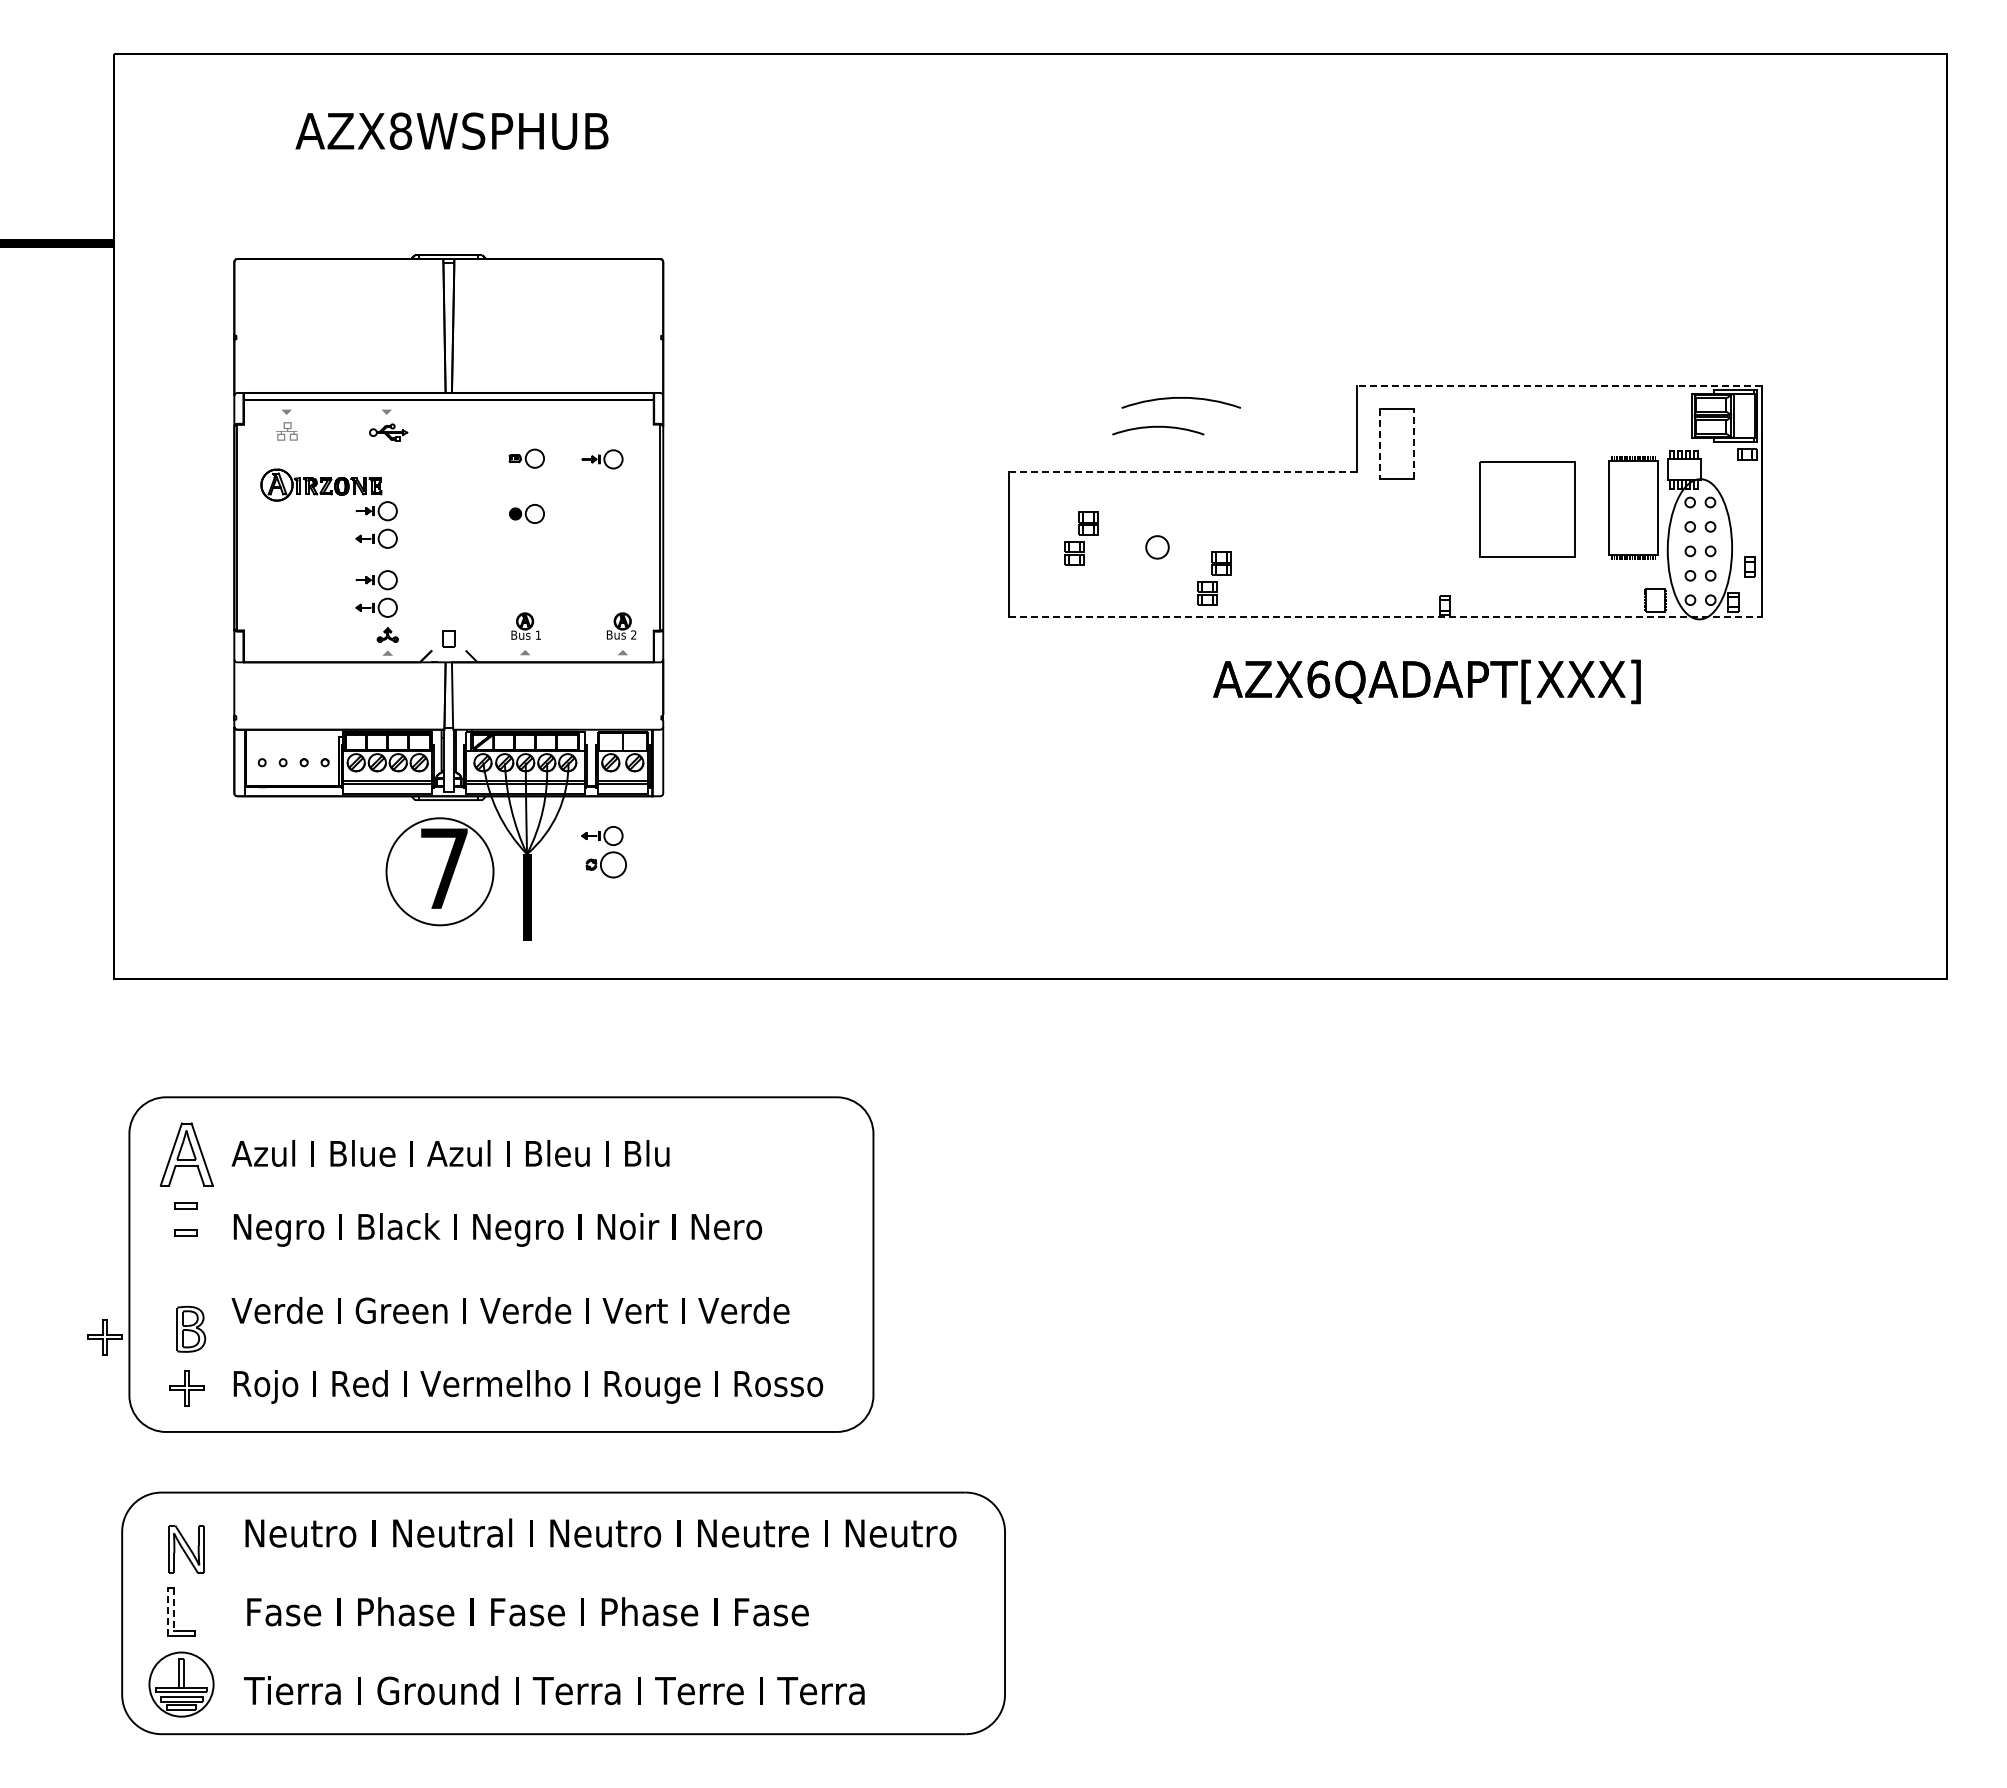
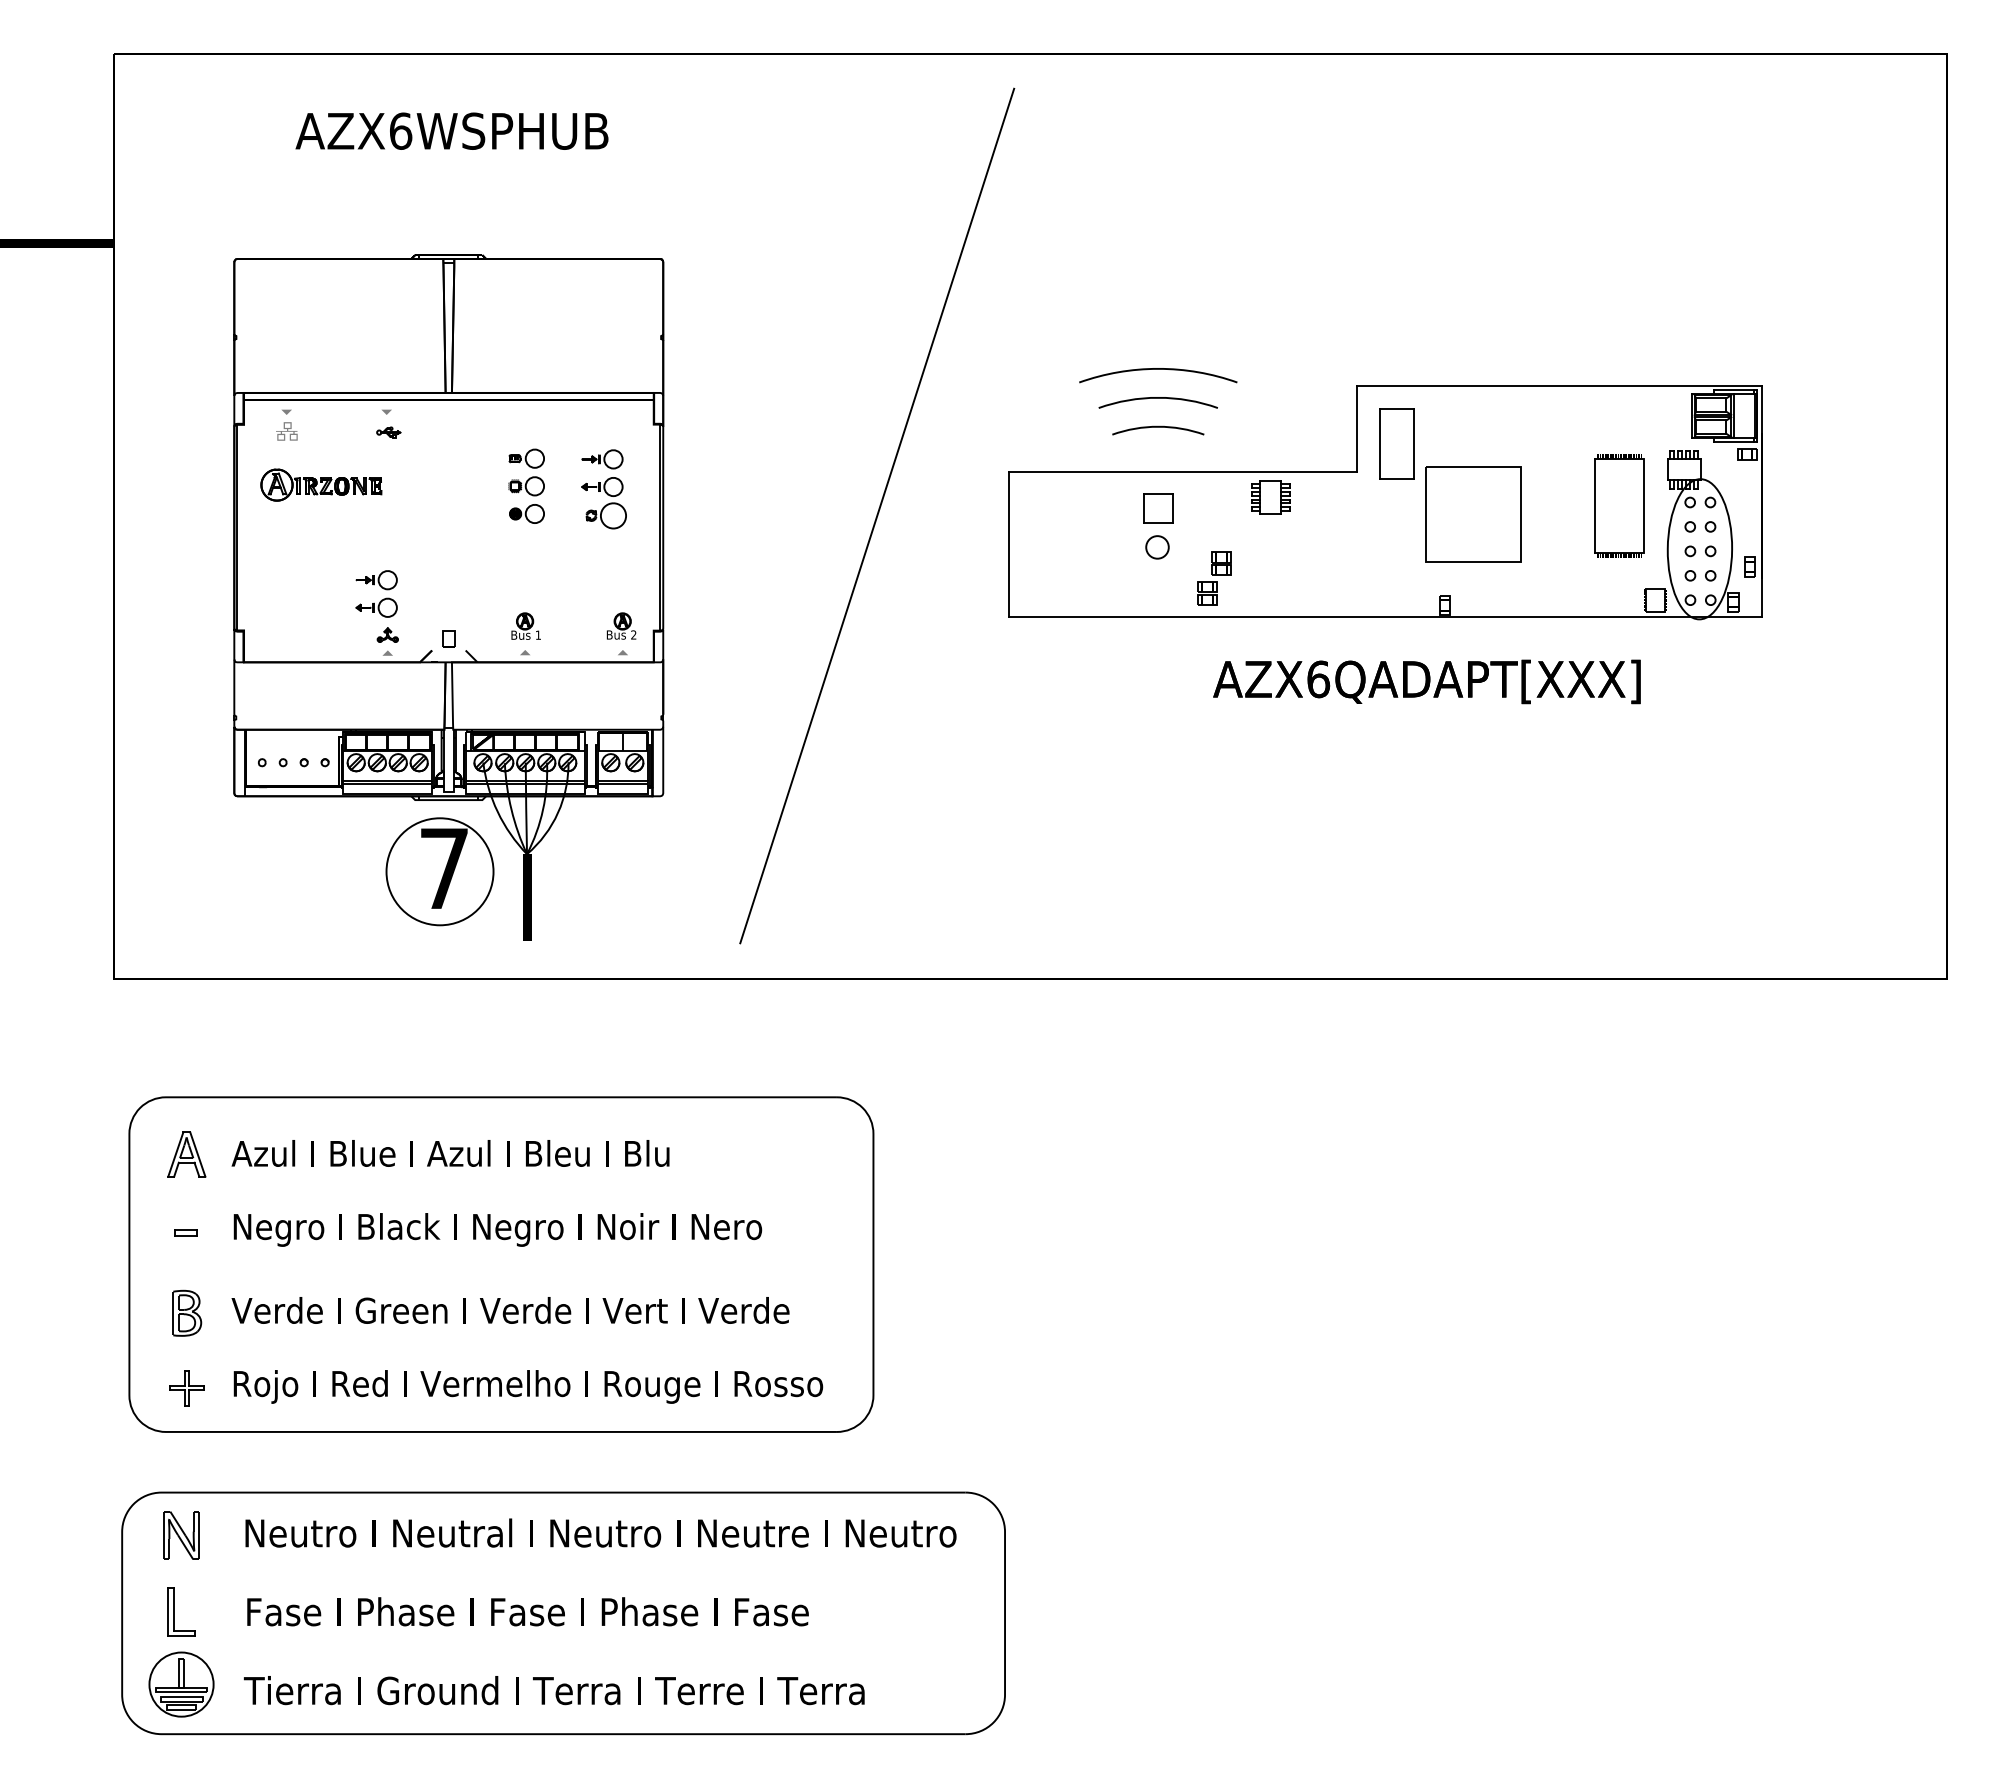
text at (400, 130): AZX8WSPHUB -> AZX6WSPHUB
arc at (1158, 369): none -> present
line at (1559, 385): dashed -> solid
arc at (1180, 398) position: (1180, 398) -> (1157, 398)
part at (388, 432) size: 40x19 px -> 26x13 px
line at (1379, 444): dashed -> solid
line at (1414, 444): dashed -> solid
line at (1183, 472): dashed -> solid
part at (526, 486): none -> present
part at (1270, 497): none -> present
part at (1633, 507) position: (1633, 507) -> (1619, 505)
part at (1158, 508): none -> present
part at (1527, 509) position: (1527, 509) -> (1473, 514)
line at (877, 515): none -> present
part at (381, 519): present -> none
part at (1081, 538): present -> none
line at (1386, 617): dashed -> solid
part at (603, 852) position: (603, 852) -> (603, 503)
part at (186, 1154) size: 55x65 px -> 40x47 px
part at (185, 1205): present -> none
part at (191, 1328) position: (191, 1328) -> (187, 1312)
part at (104, 1337): present -> none
part at (186, 1549) position: (186, 1549) -> (181, 1535)
line at (174, 1610): dashed -> solid
line at (168, 1612): dashed -> solid
